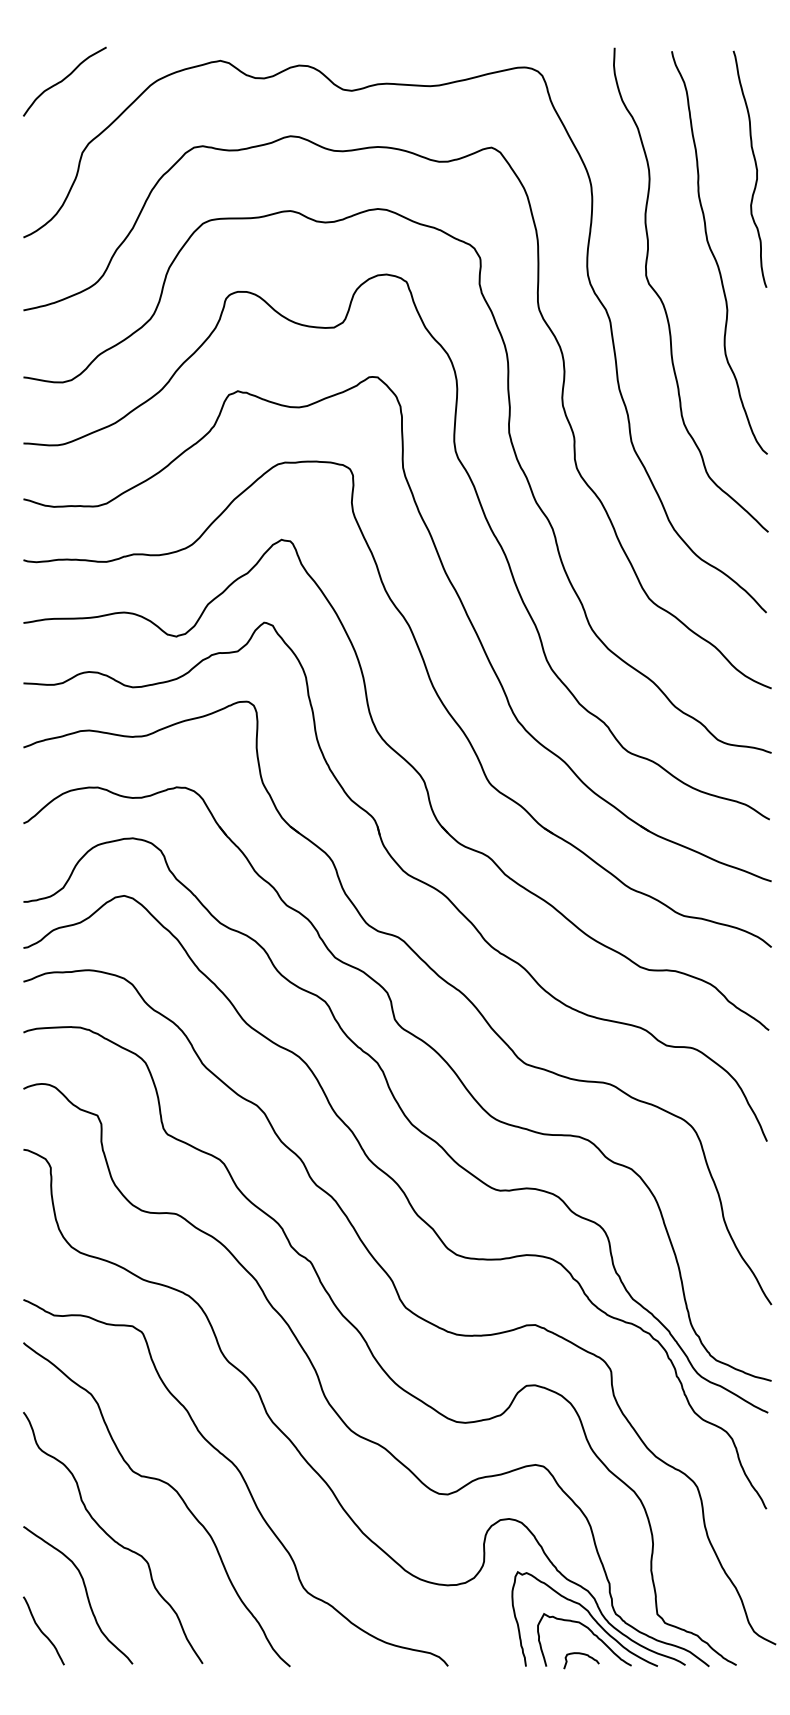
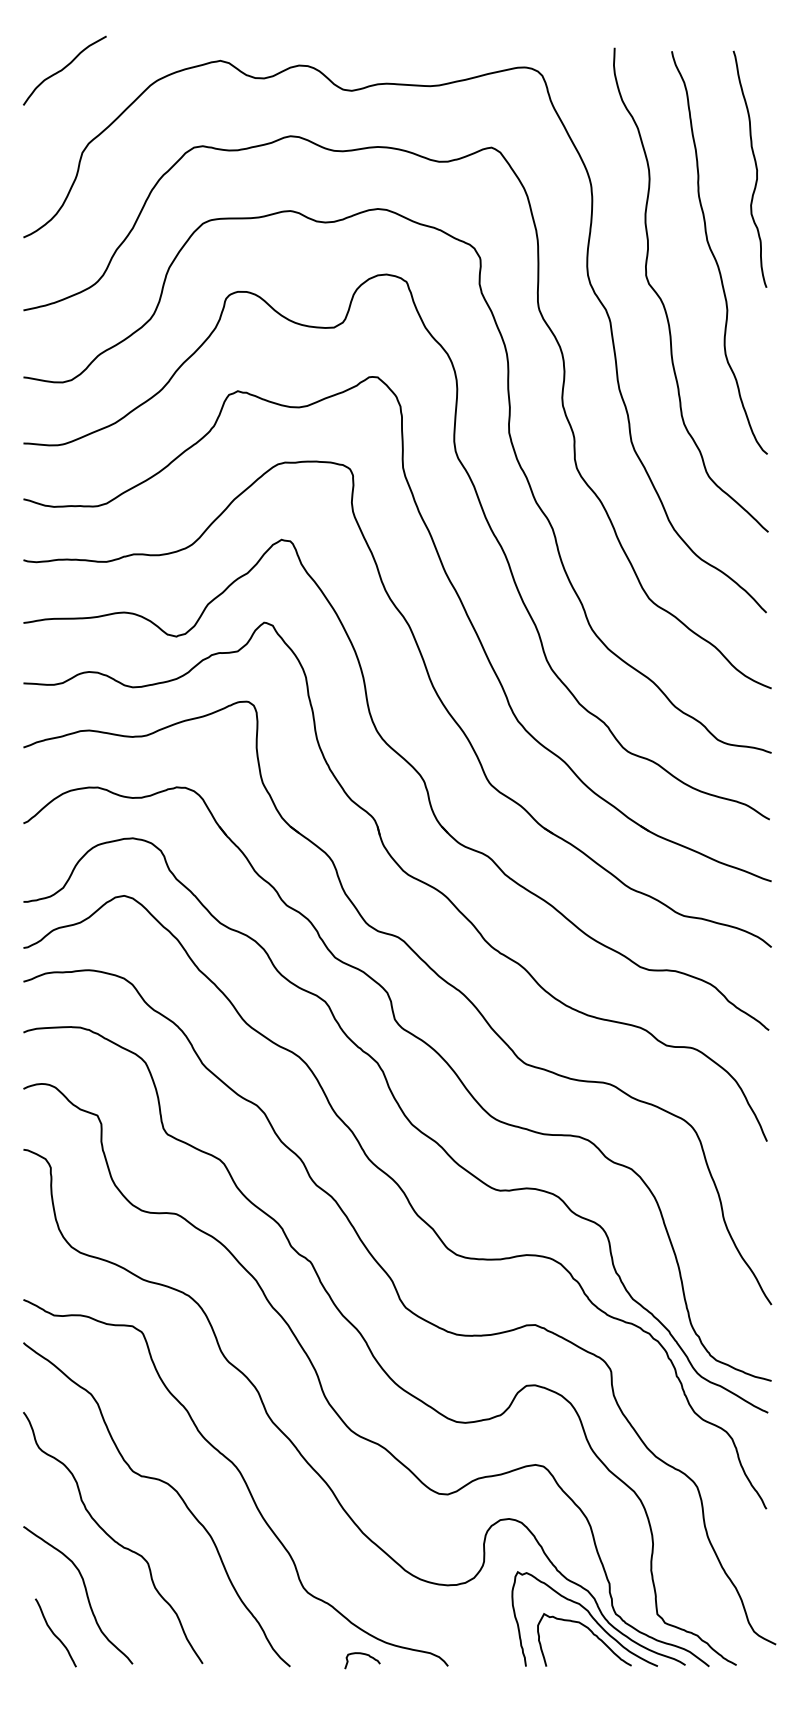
curve at (64, 80) position: (64, 80) -> (64, 69)
curve at (42, 1631) position: (42, 1631) -> (54, 1633)
curve at (584, 1655) position: (584, 1655) -> (365, 1655)
